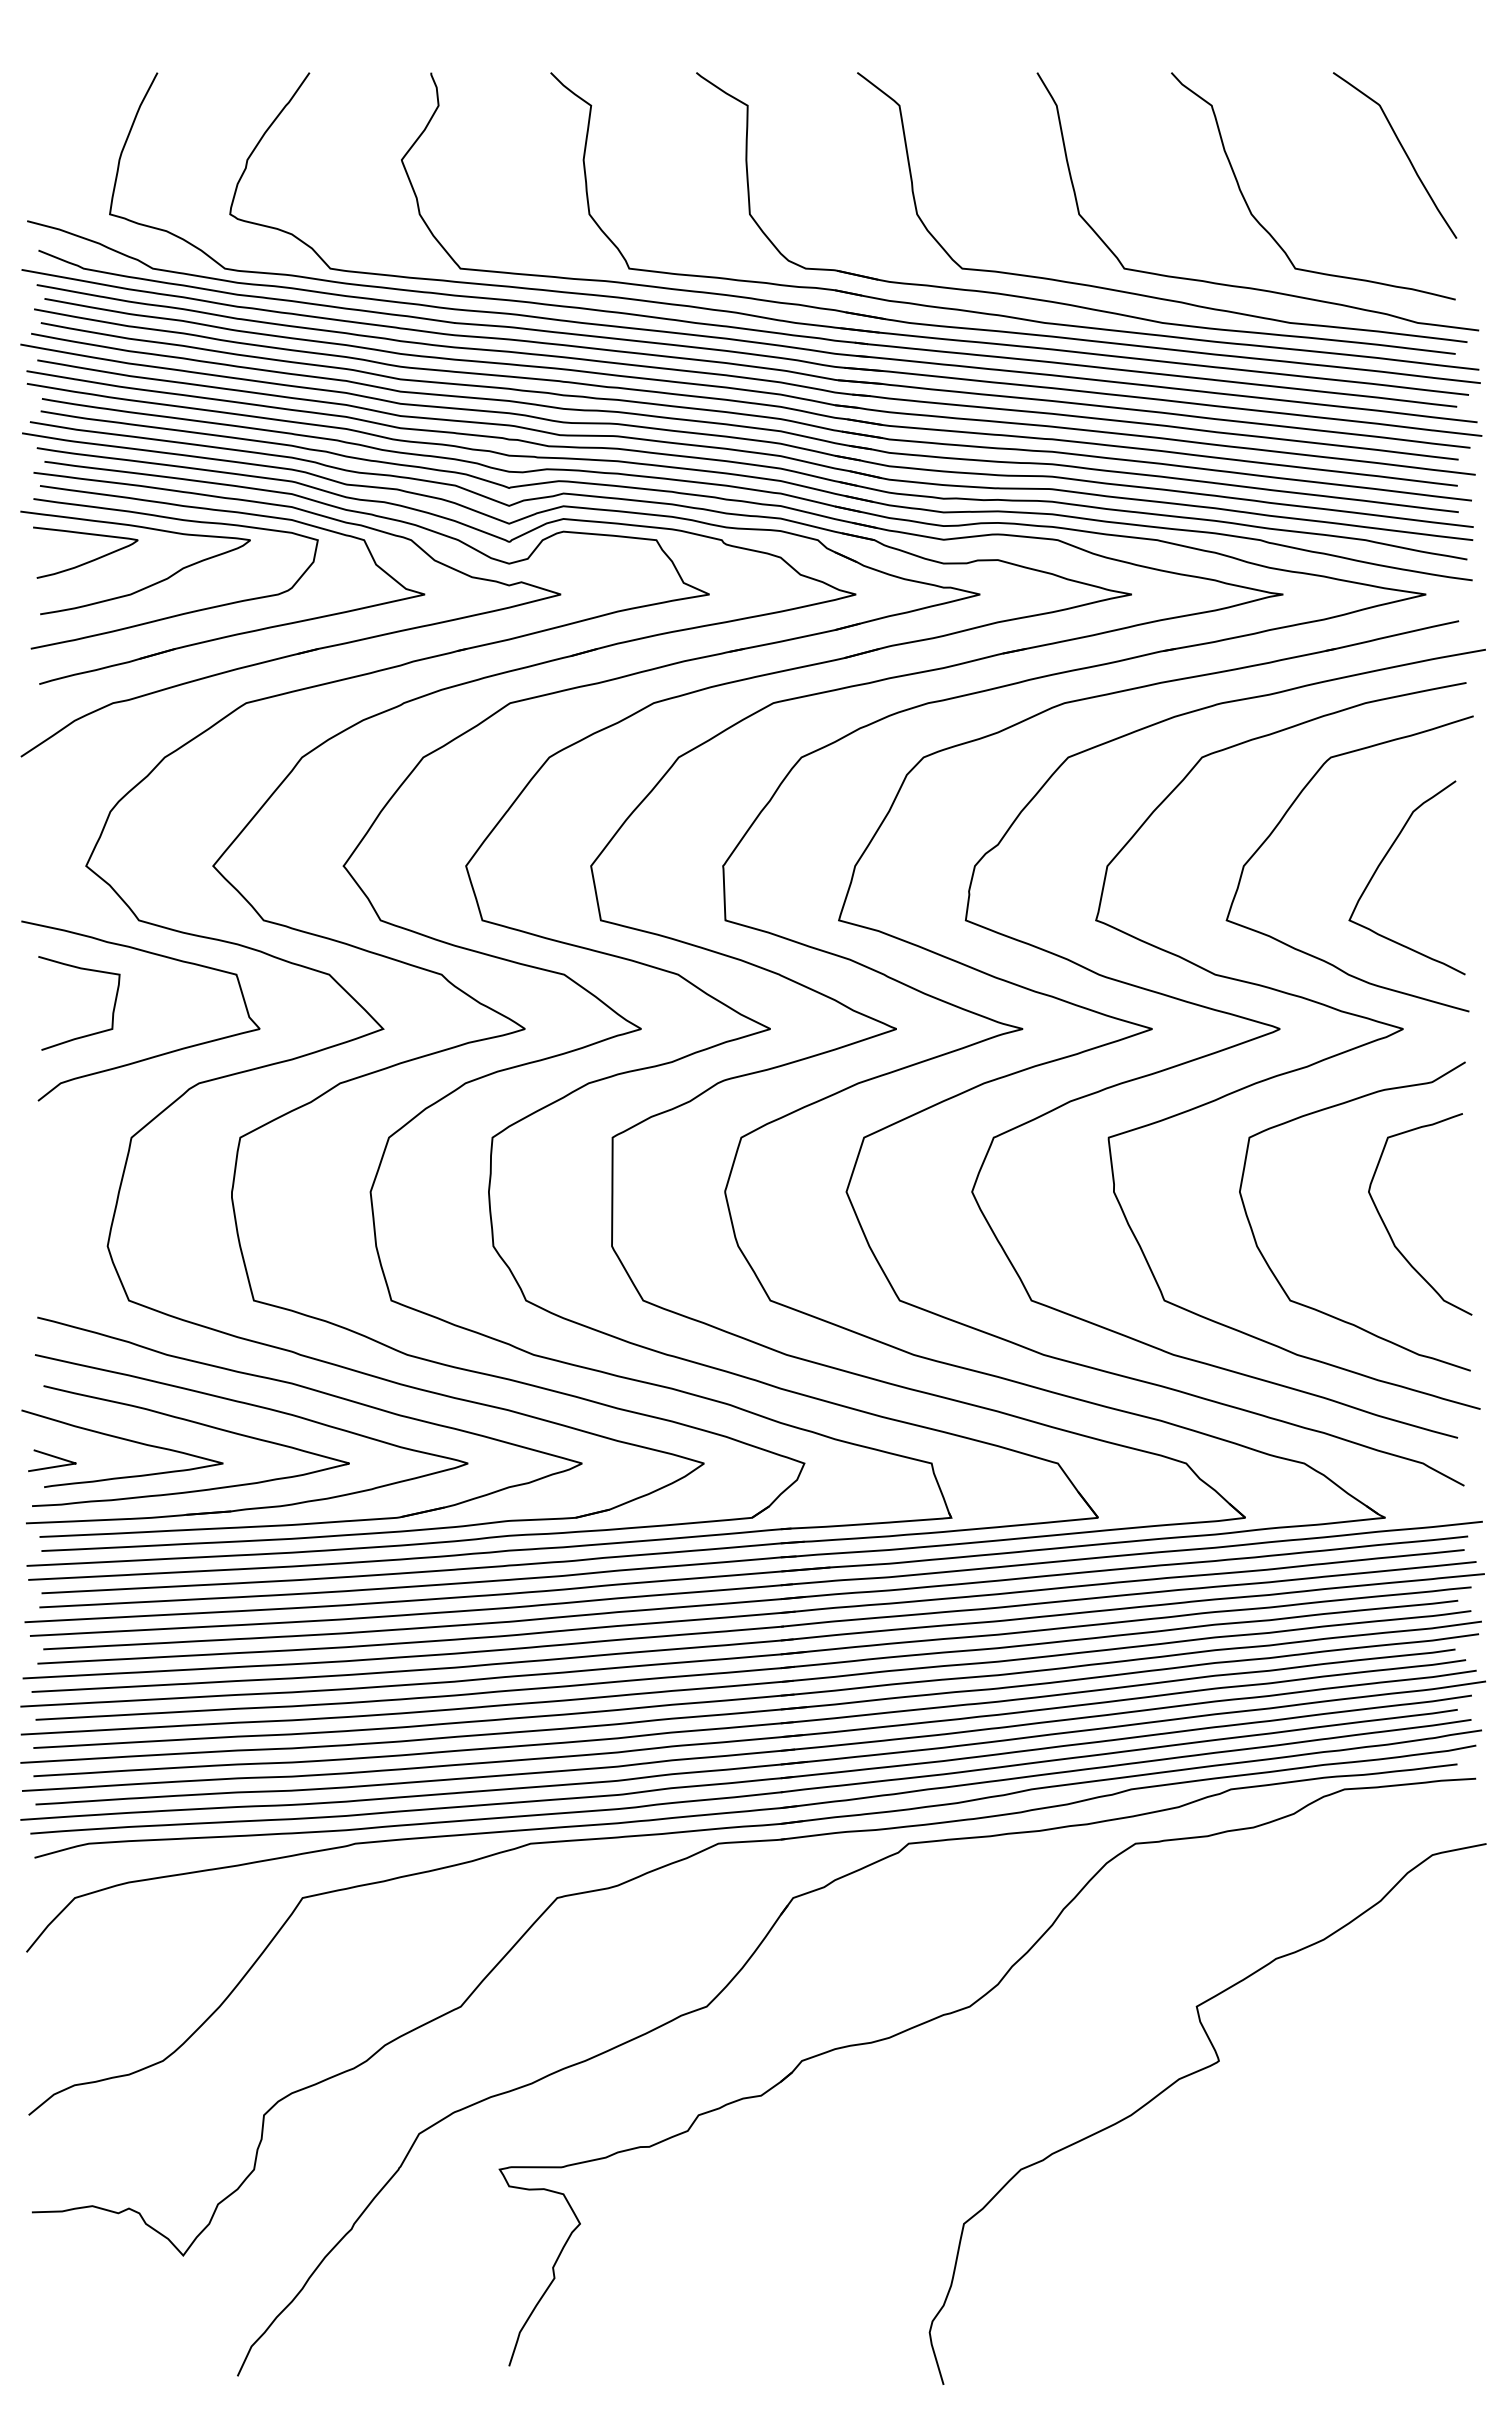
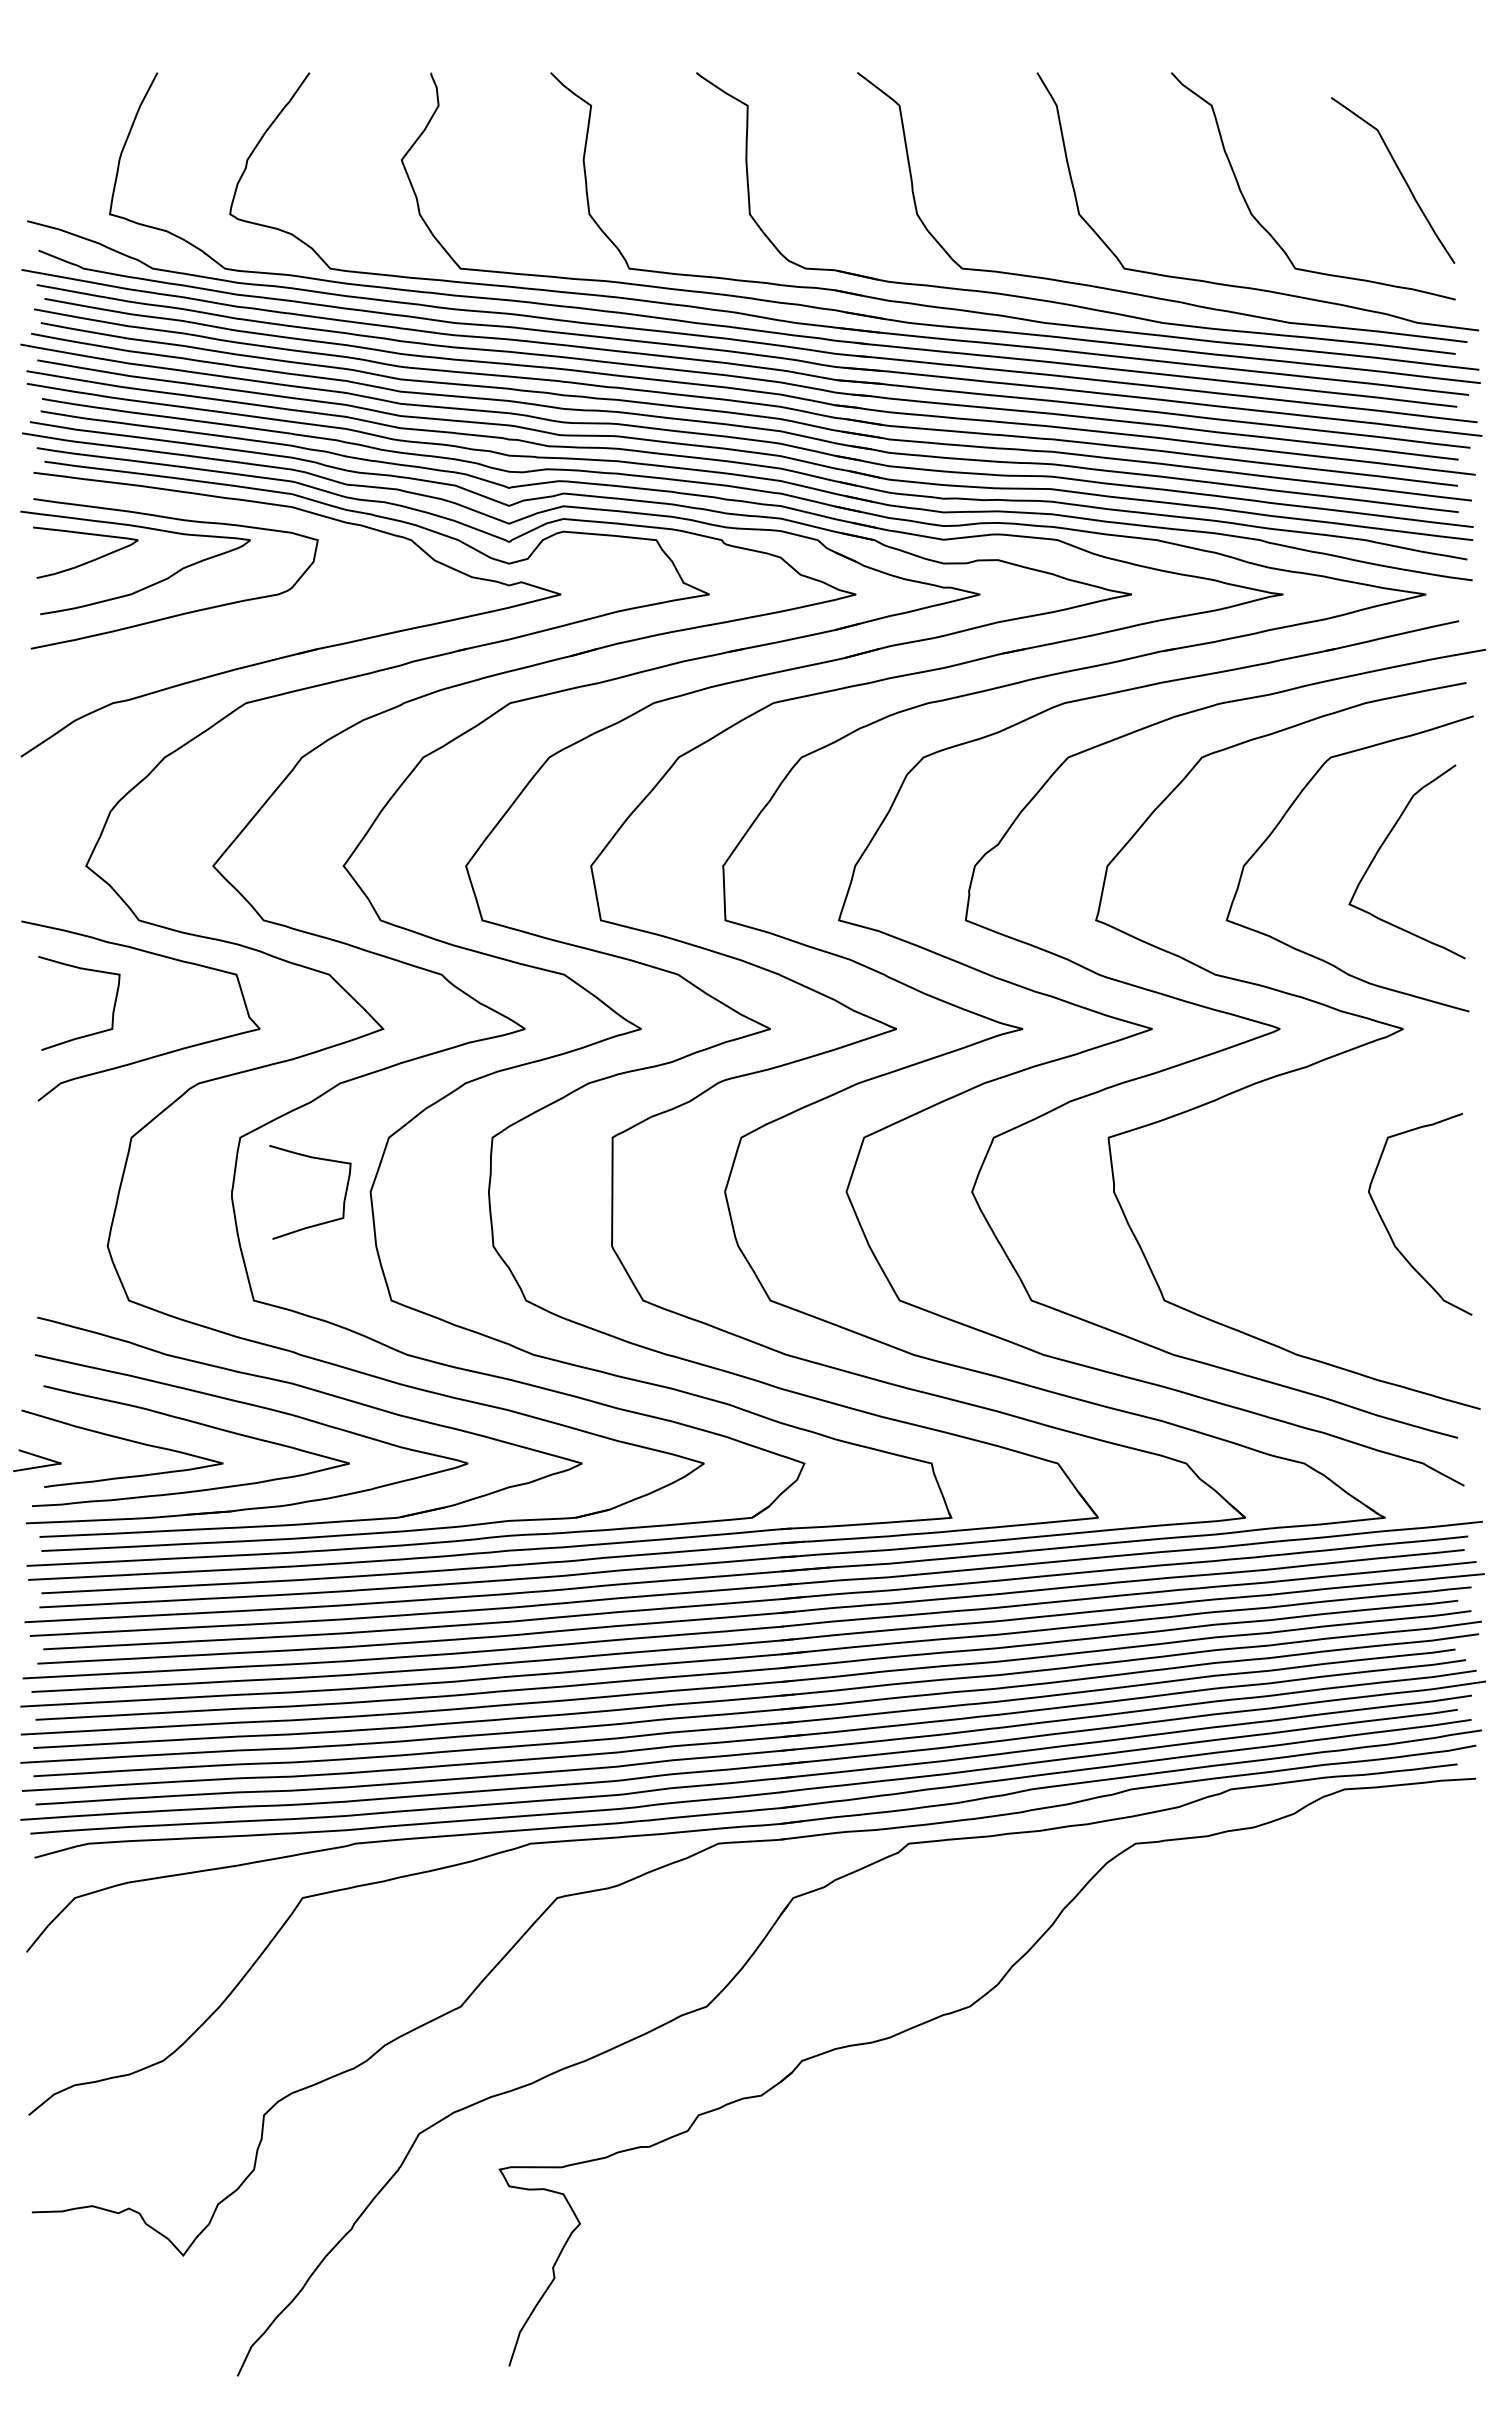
curve at (1403, 151) position: (1403, 151) -> (1401, 176)
part at (240, 632): present -> none
curve at (1382, 862) position: (1382, 862) -> (1382, 846)
curve at (318, 1223): none -> present
curve at (1268, 1263): present -> none
curve at (53, 1457) position: (53, 1457) -> (38, 1457)
curve at (1193, 2074): present -> none
